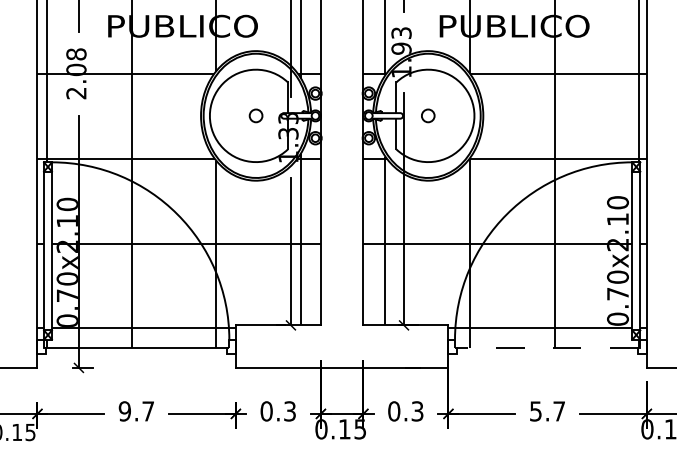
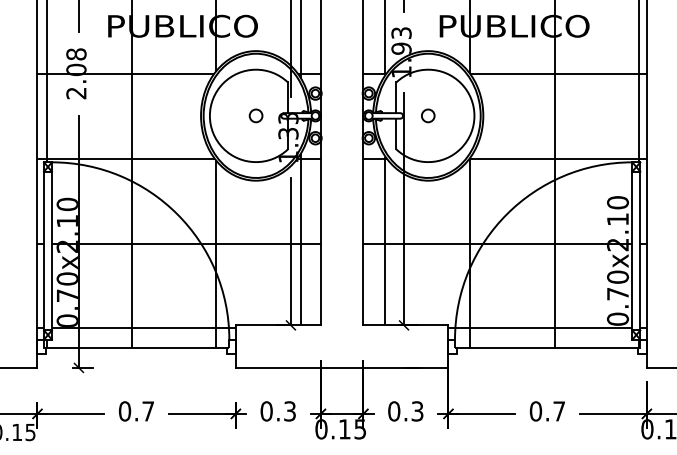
line at (547, 347): dashed -> solid
text at (124, 411): 9.7 -> 0.7
text at (535, 411): 5.7 -> 0.7
